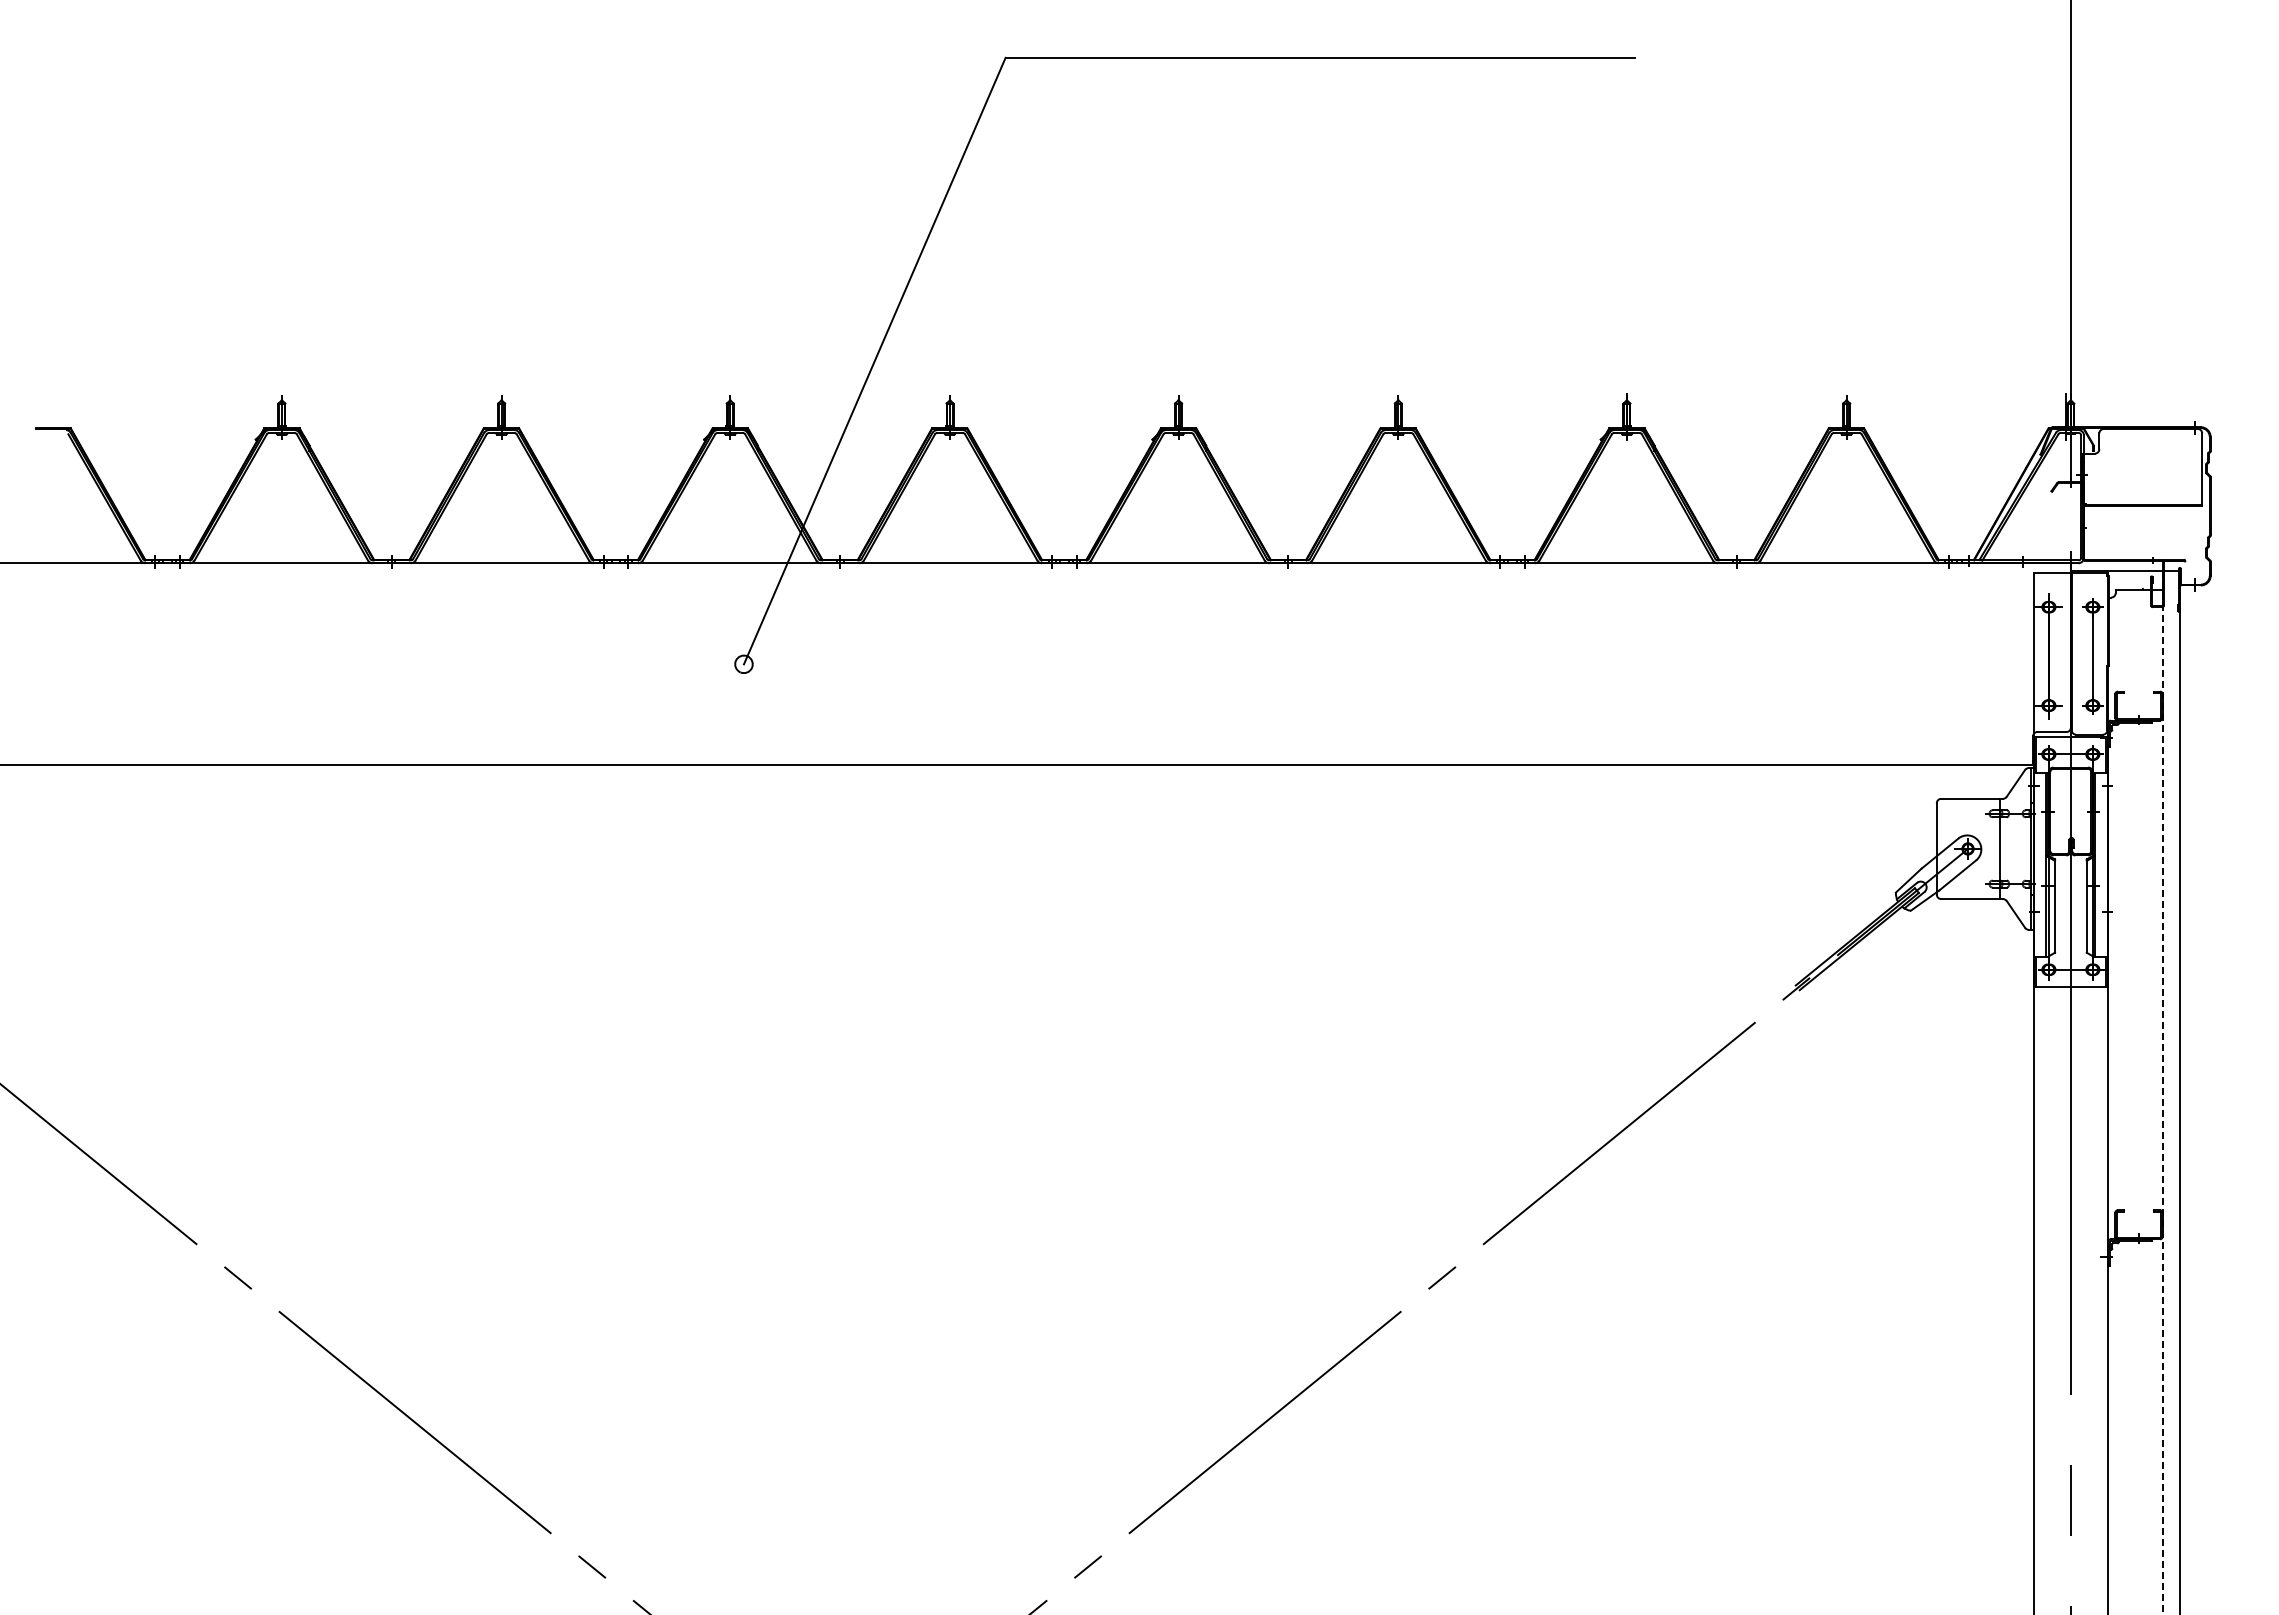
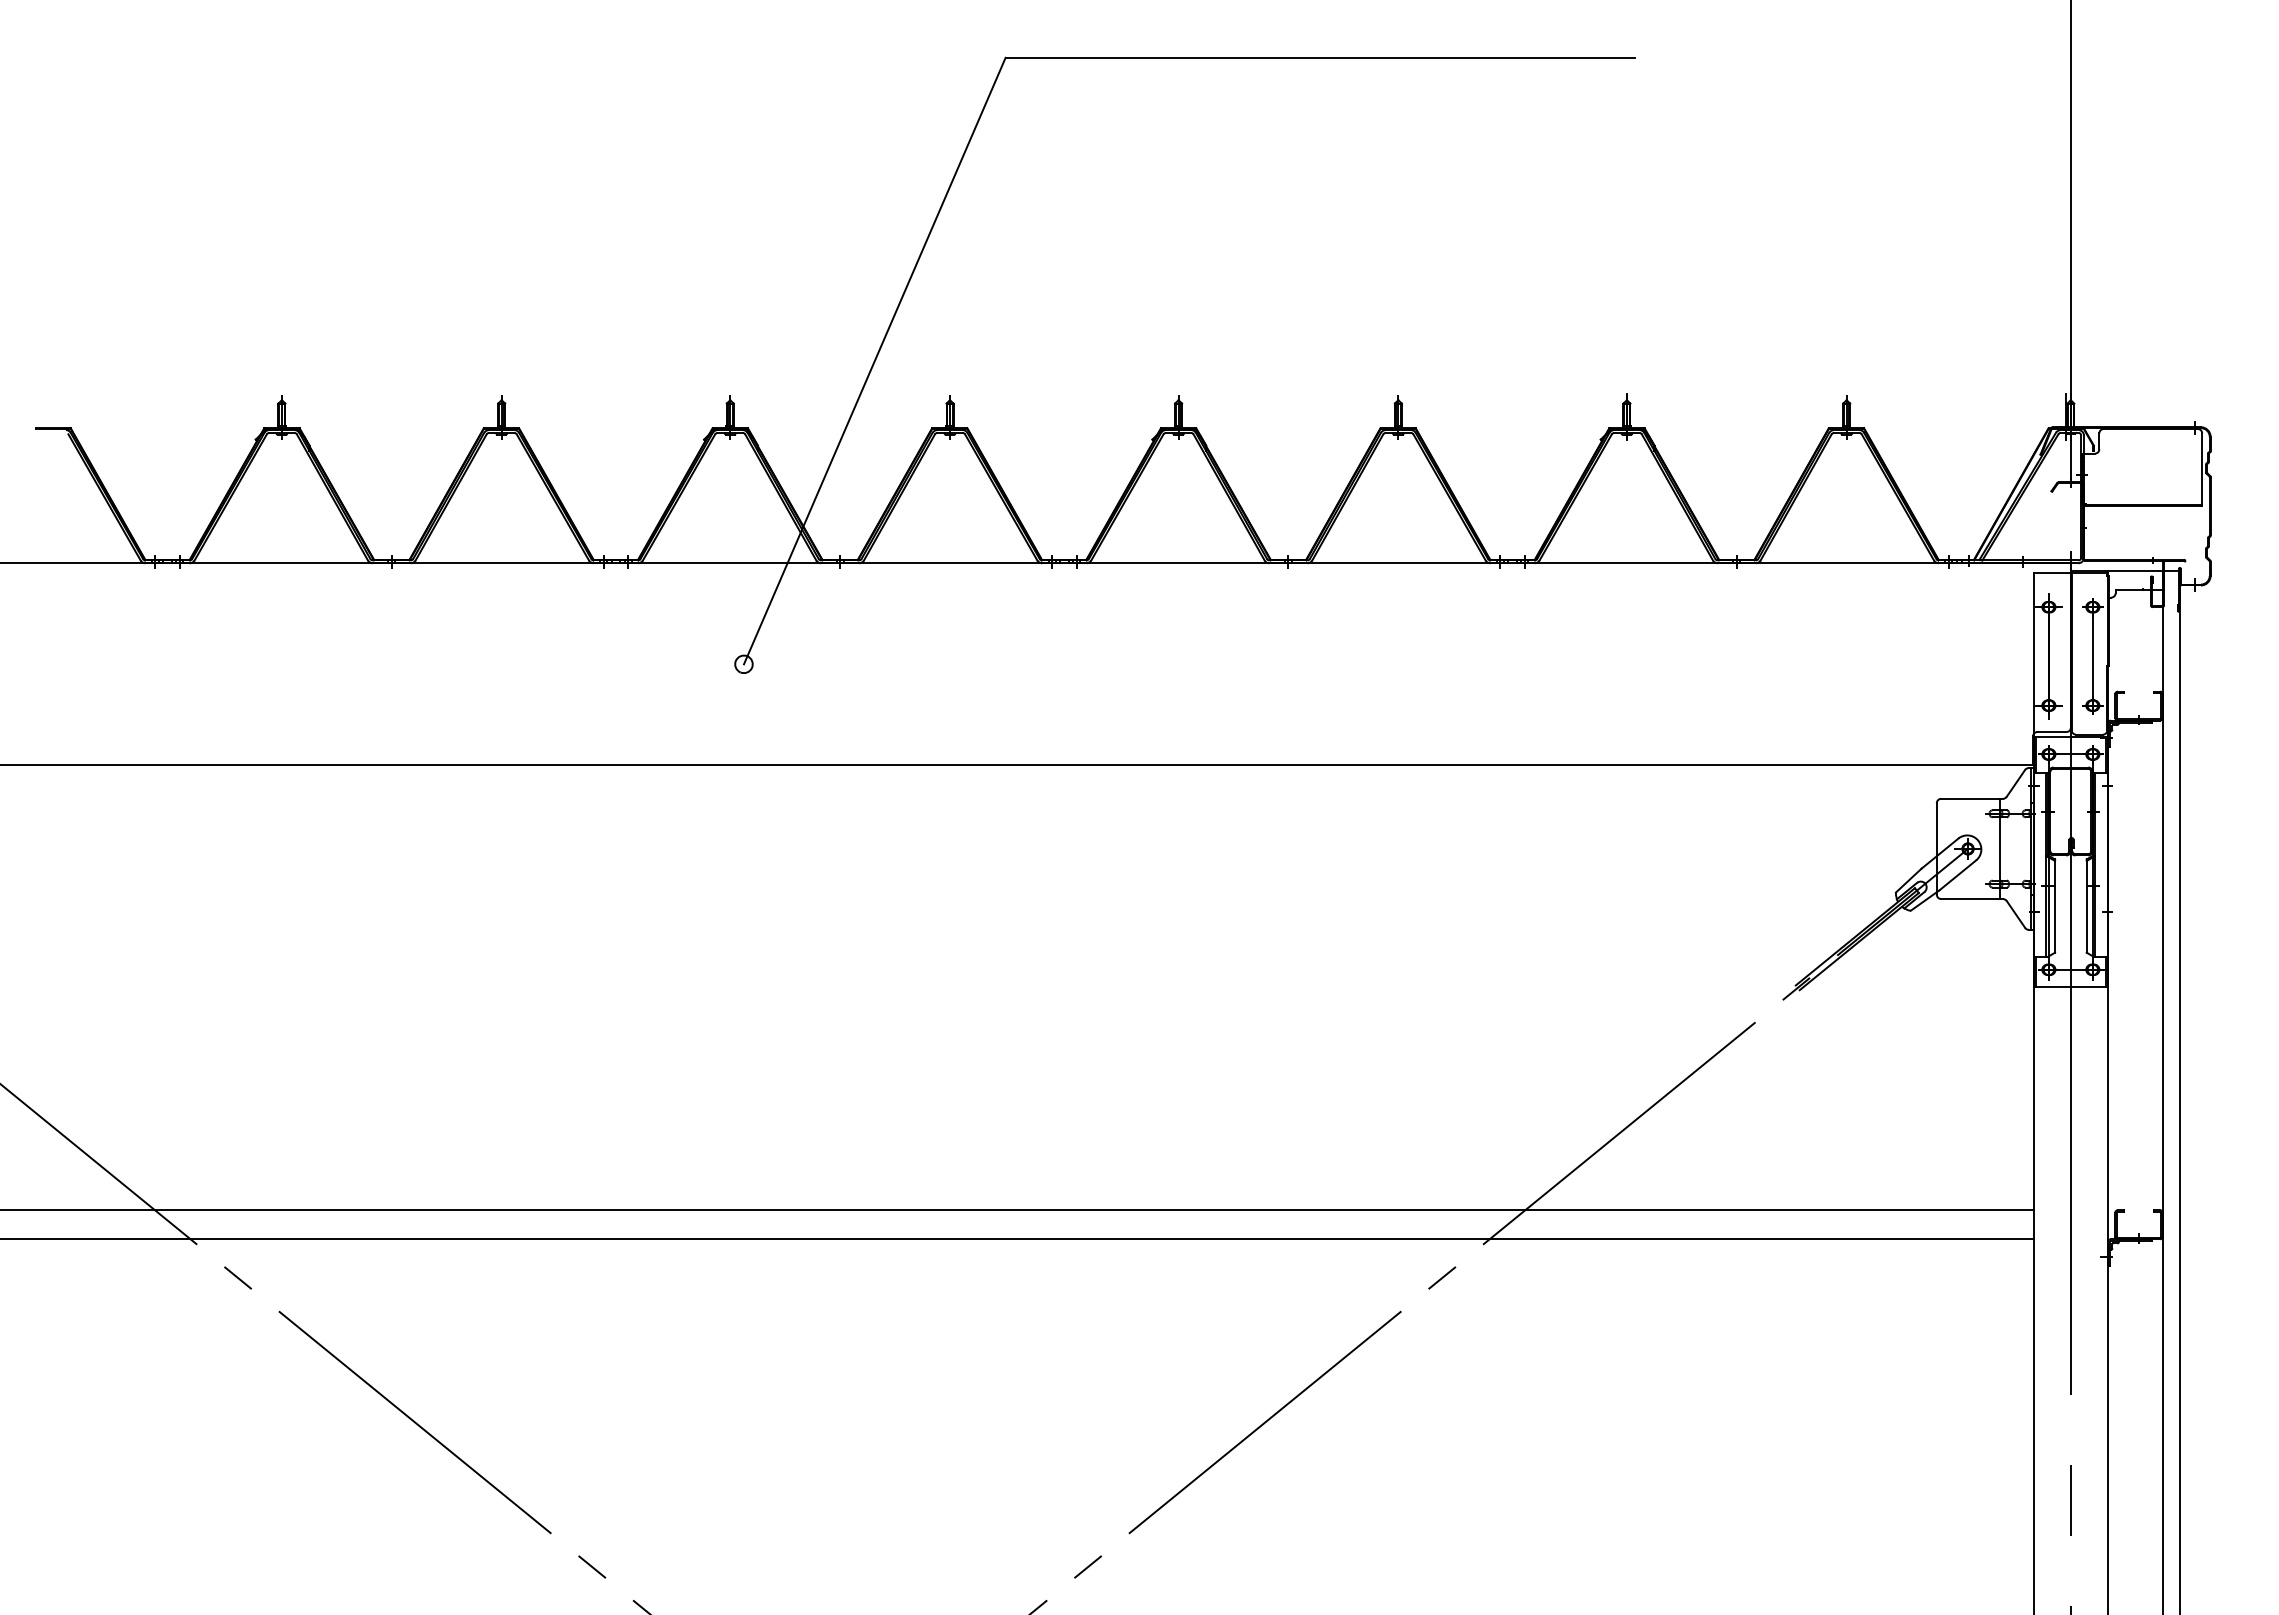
line at (2162, 1093): dashed -> solid
line at (1017, 1210): none -> present
line at (1017, 1239): none -> present
